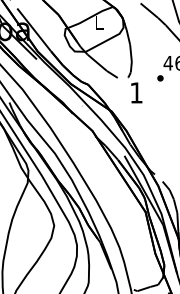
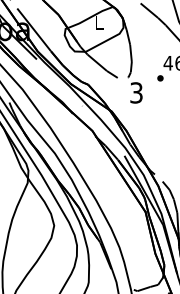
text at (136, 92): 1 -> 3
